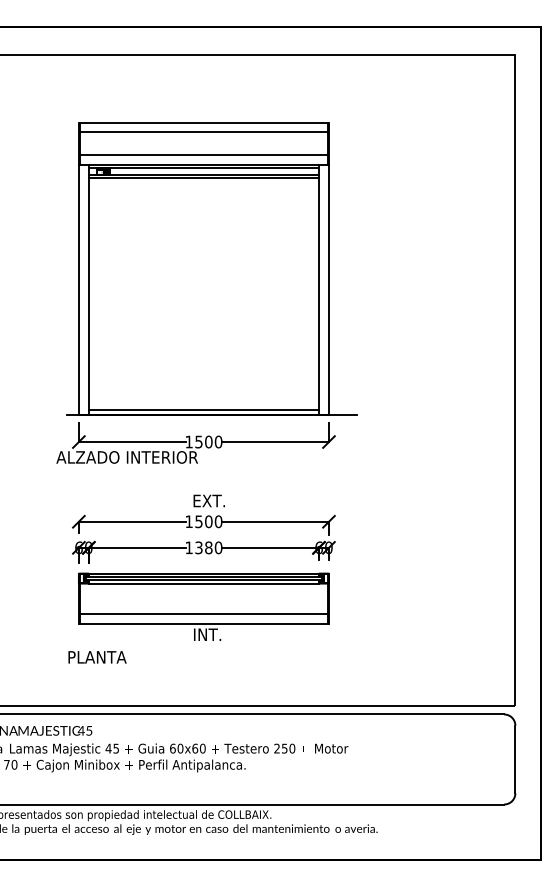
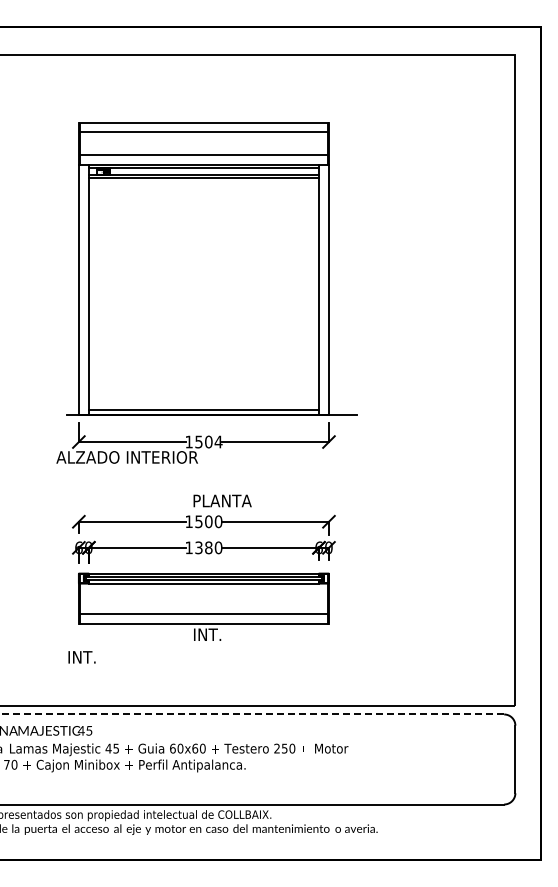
text at (218, 441): 1500 -> 1504
text at (223, 500): EXT. -> PLANTA
text at (98, 657): PLANTA -> INT.
line at (252, 714): solid -> dashed
